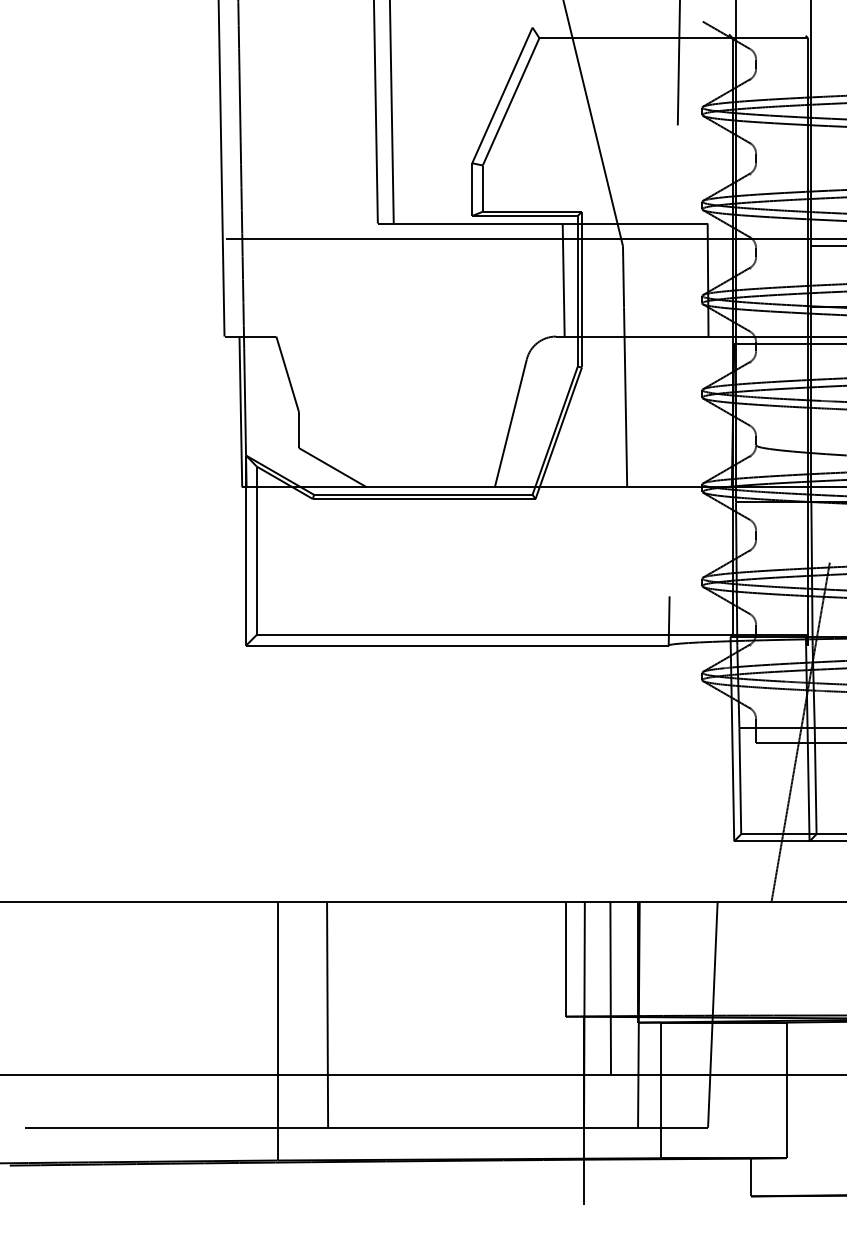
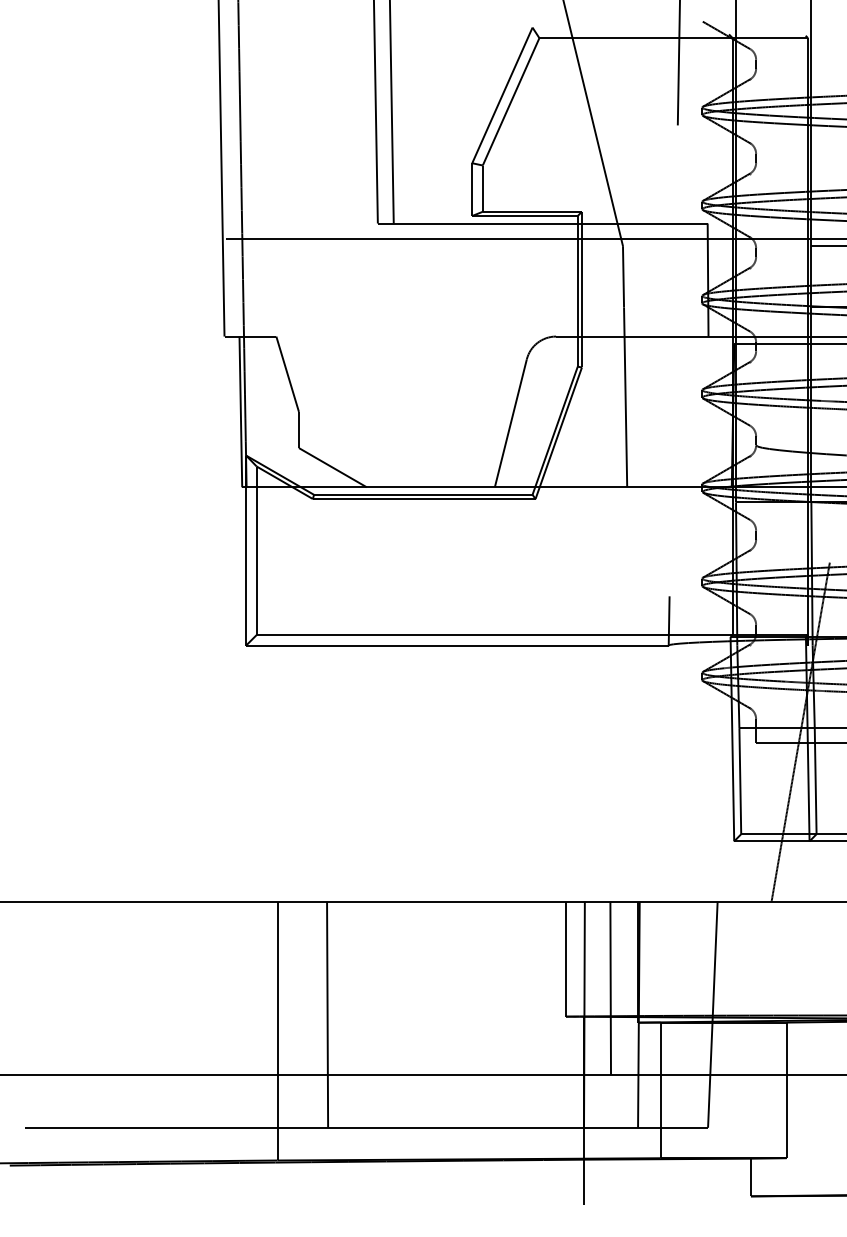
line at (563, 279): present -> none
